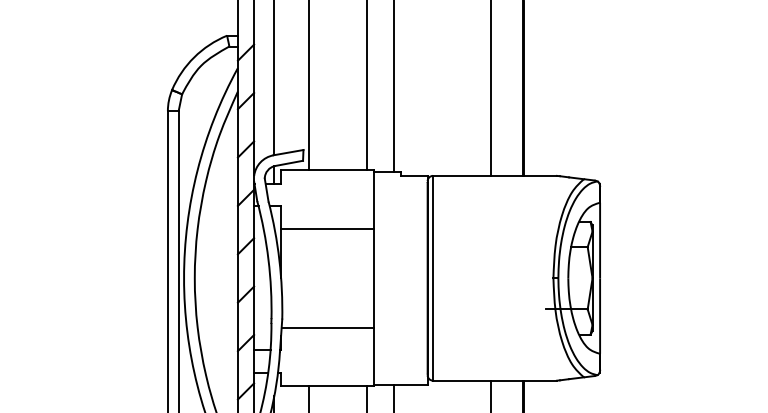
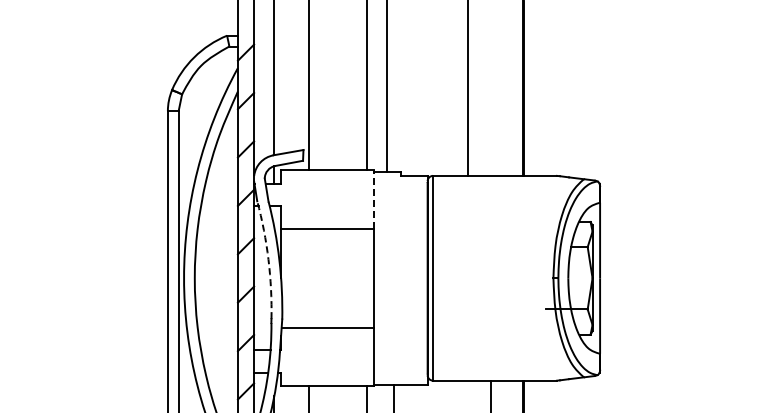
line at (394, 86) position: (394, 86) -> (387, 86)
line at (490, 88) position: (490, 88) -> (467, 88)
line at (373, 199): solid -> dashed
arc at (268, 259): solid -> dashed
